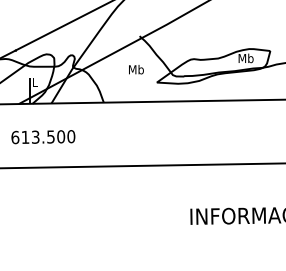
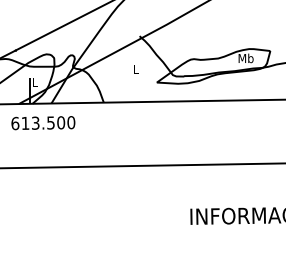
text at (136, 69): Mb -> L
text at (43, 137) position: (43, 137) -> (43, 123)
